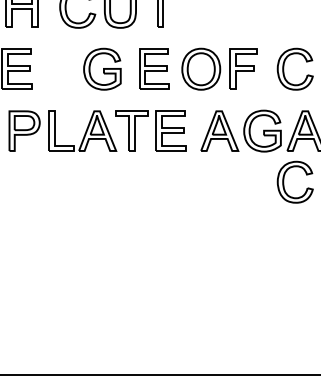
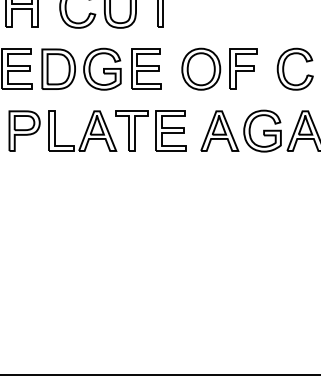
part at (58, 68): none -> present
part at (154, 68) position: (154, 68) -> (146, 68)
part at (284, 181): present -> none
